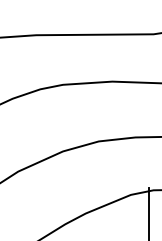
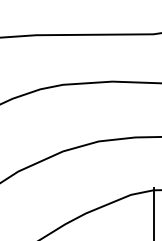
line at (148, 212) position: (148, 212) -> (153, 212)
